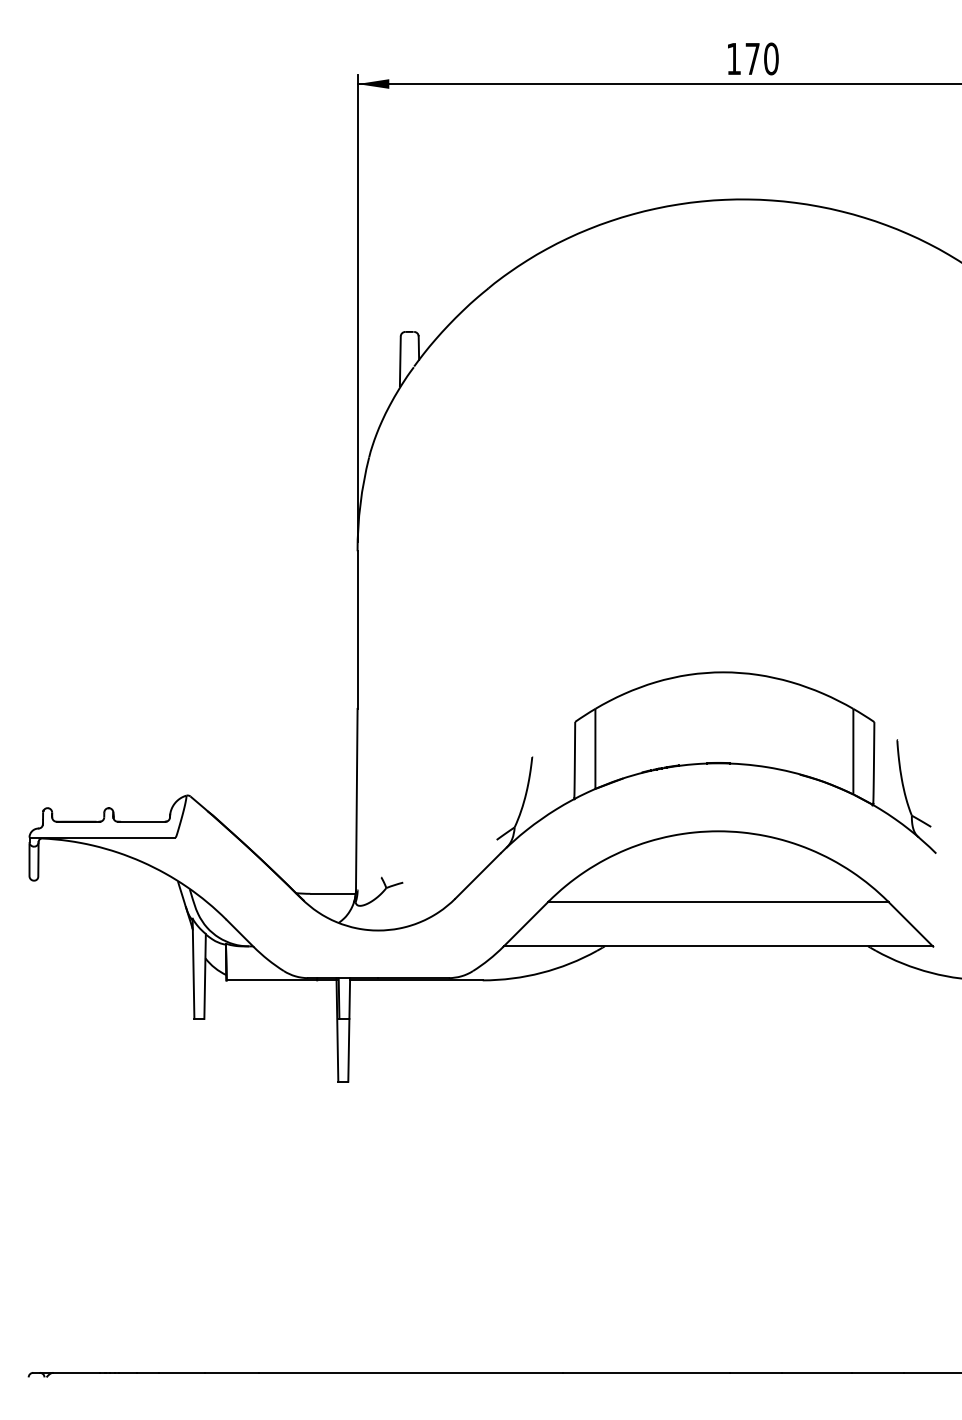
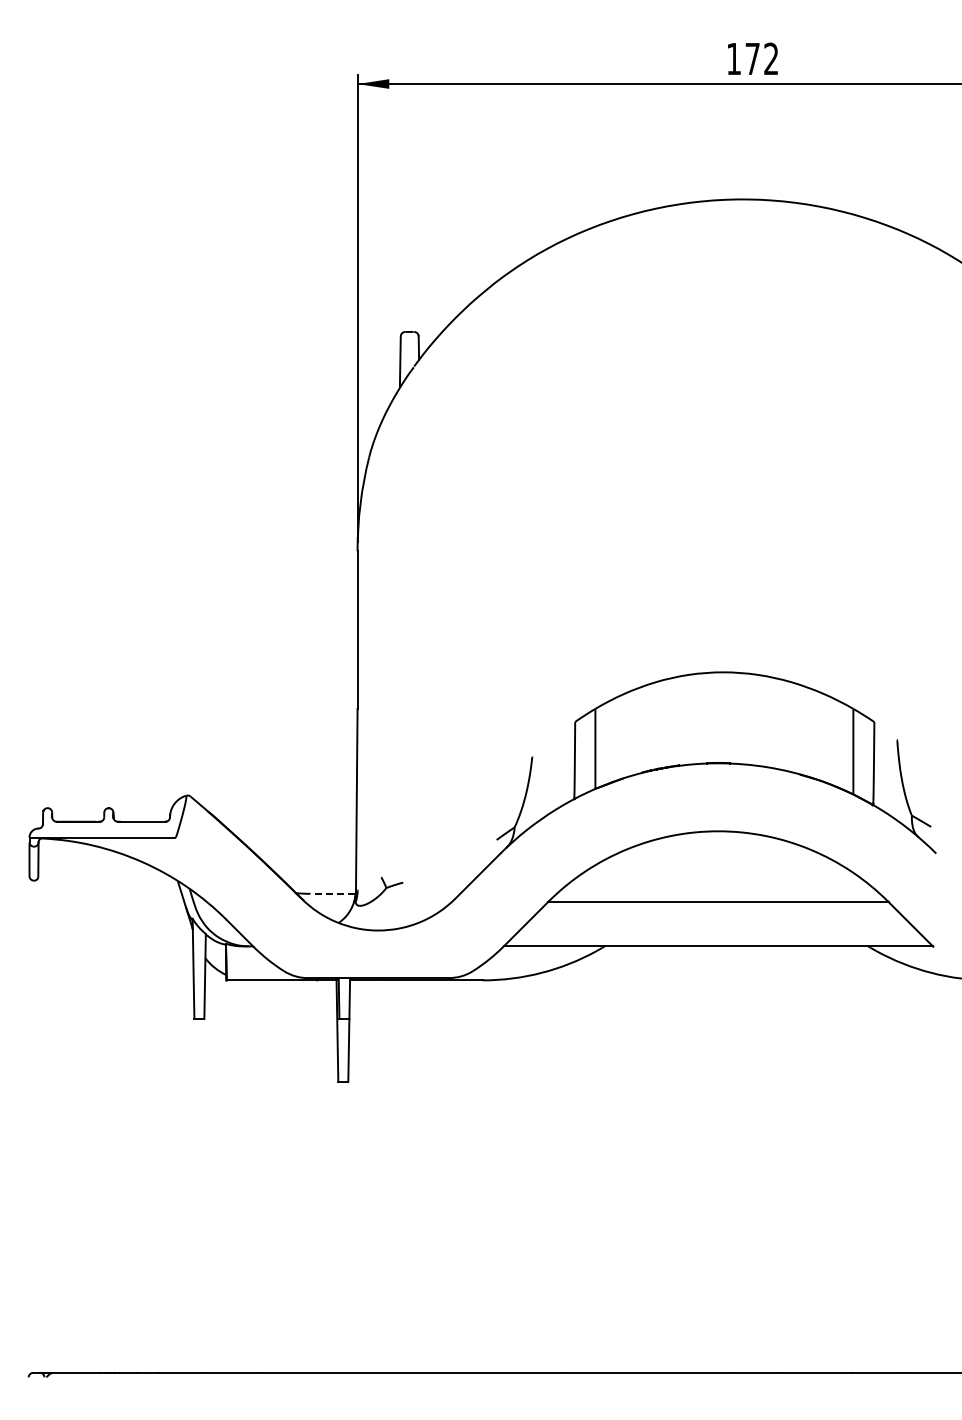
text at (771, 58): 170 -> 172
line at (332, 893): solid -> dashed
